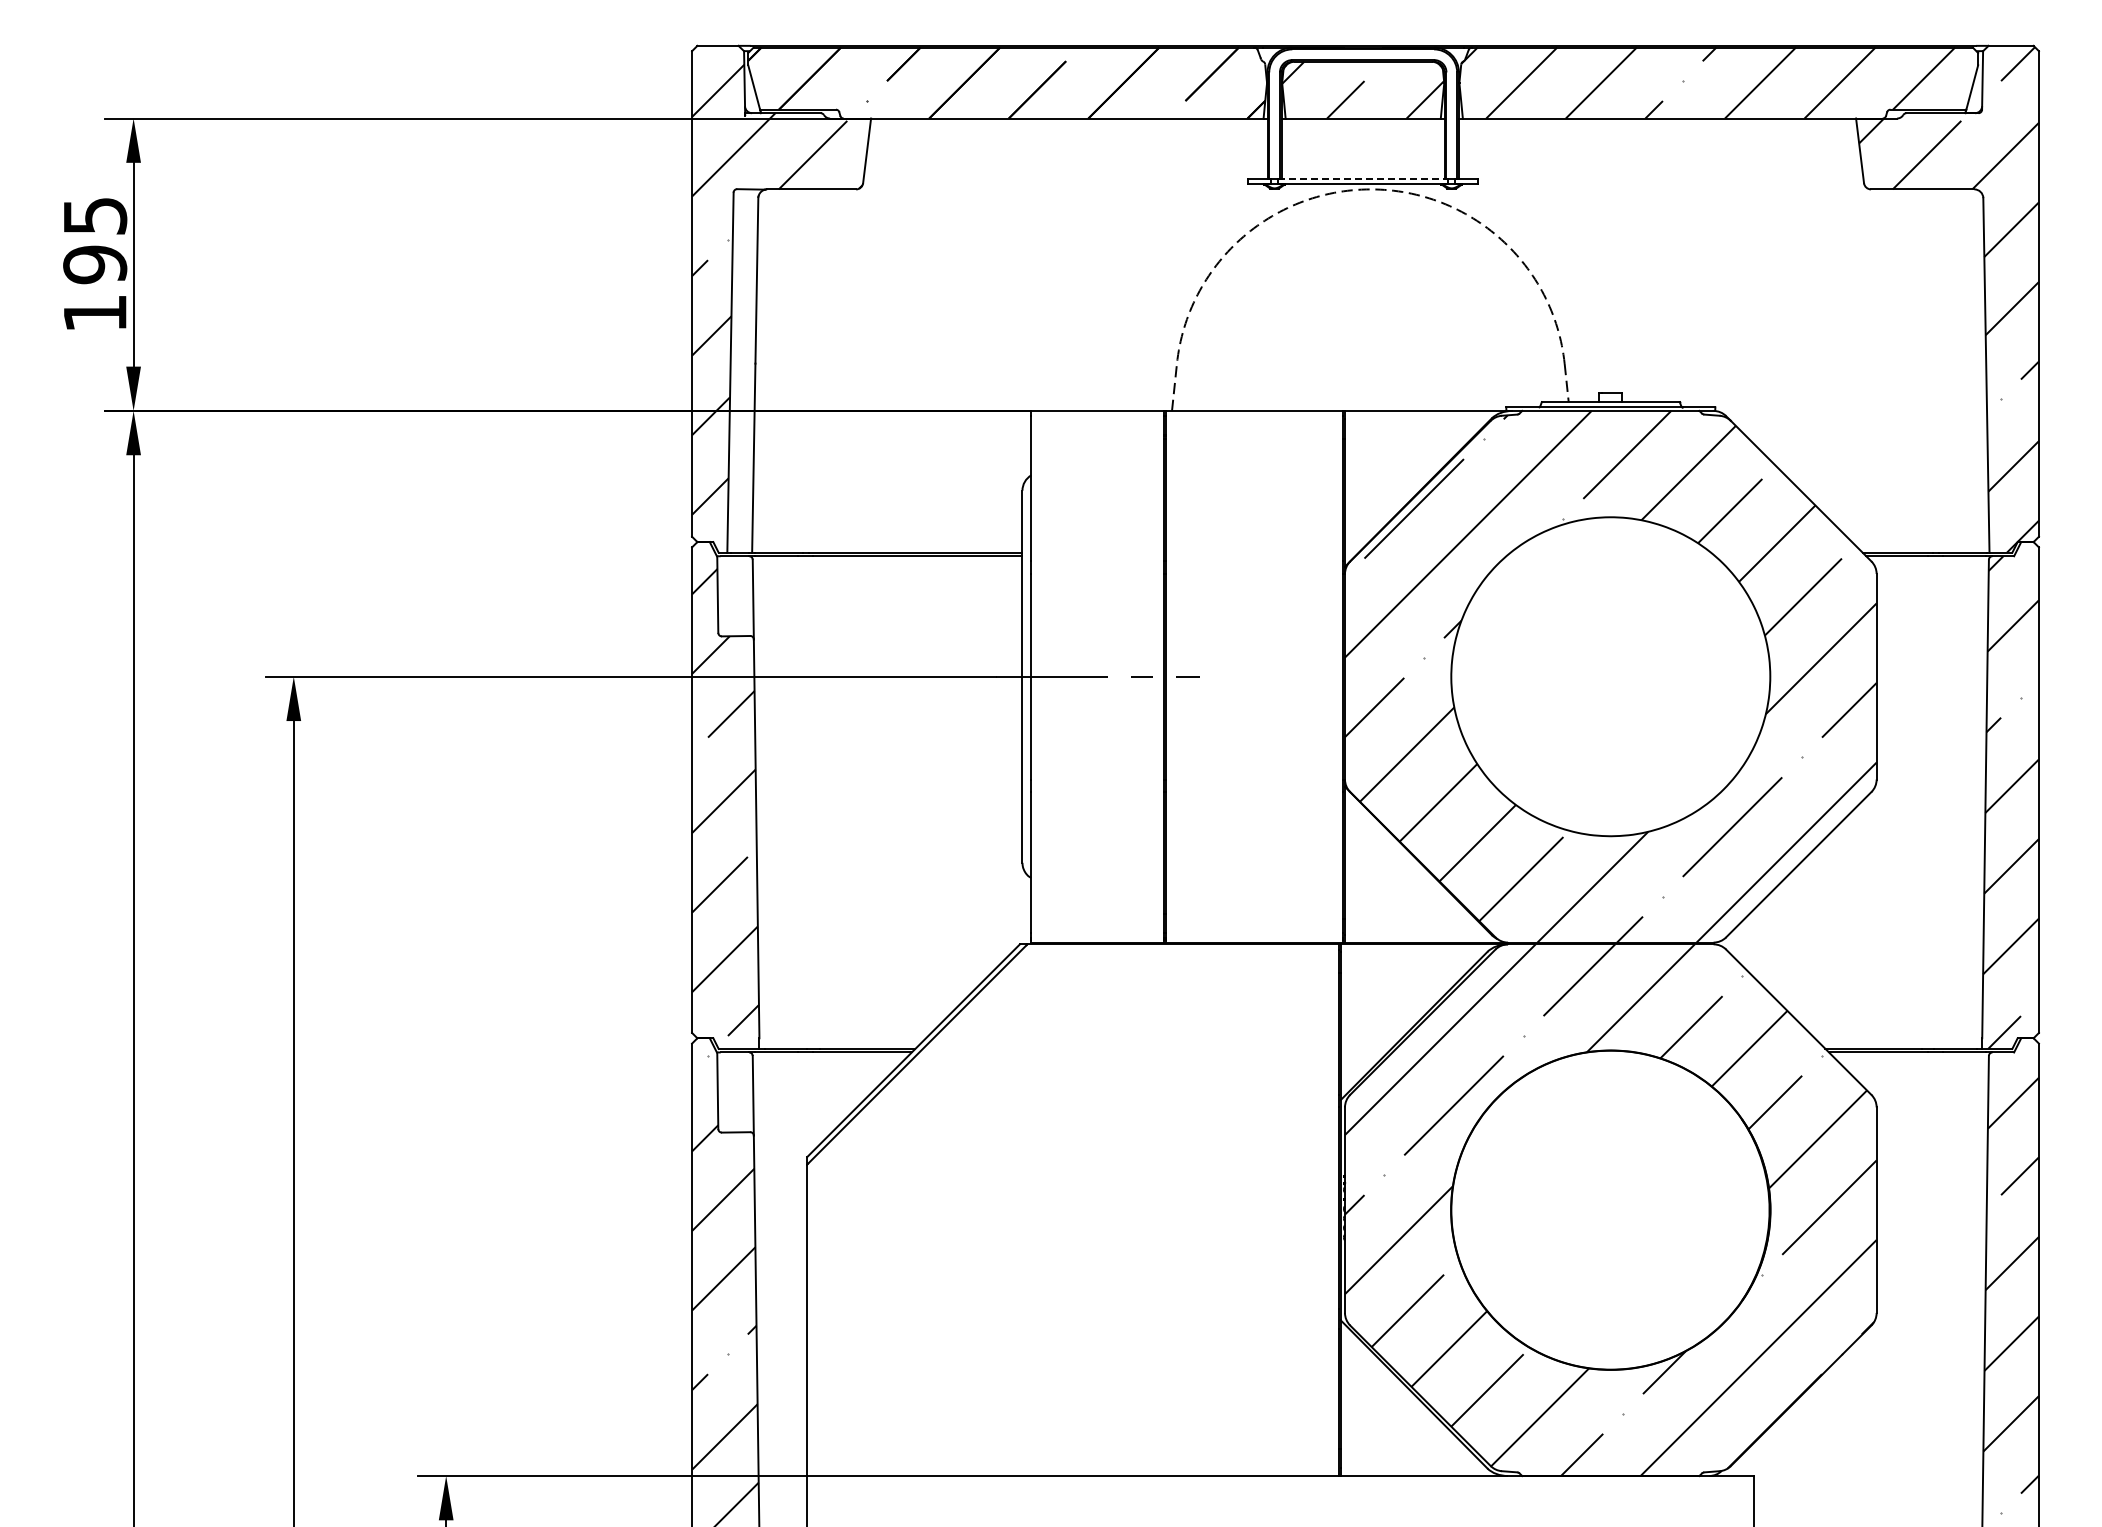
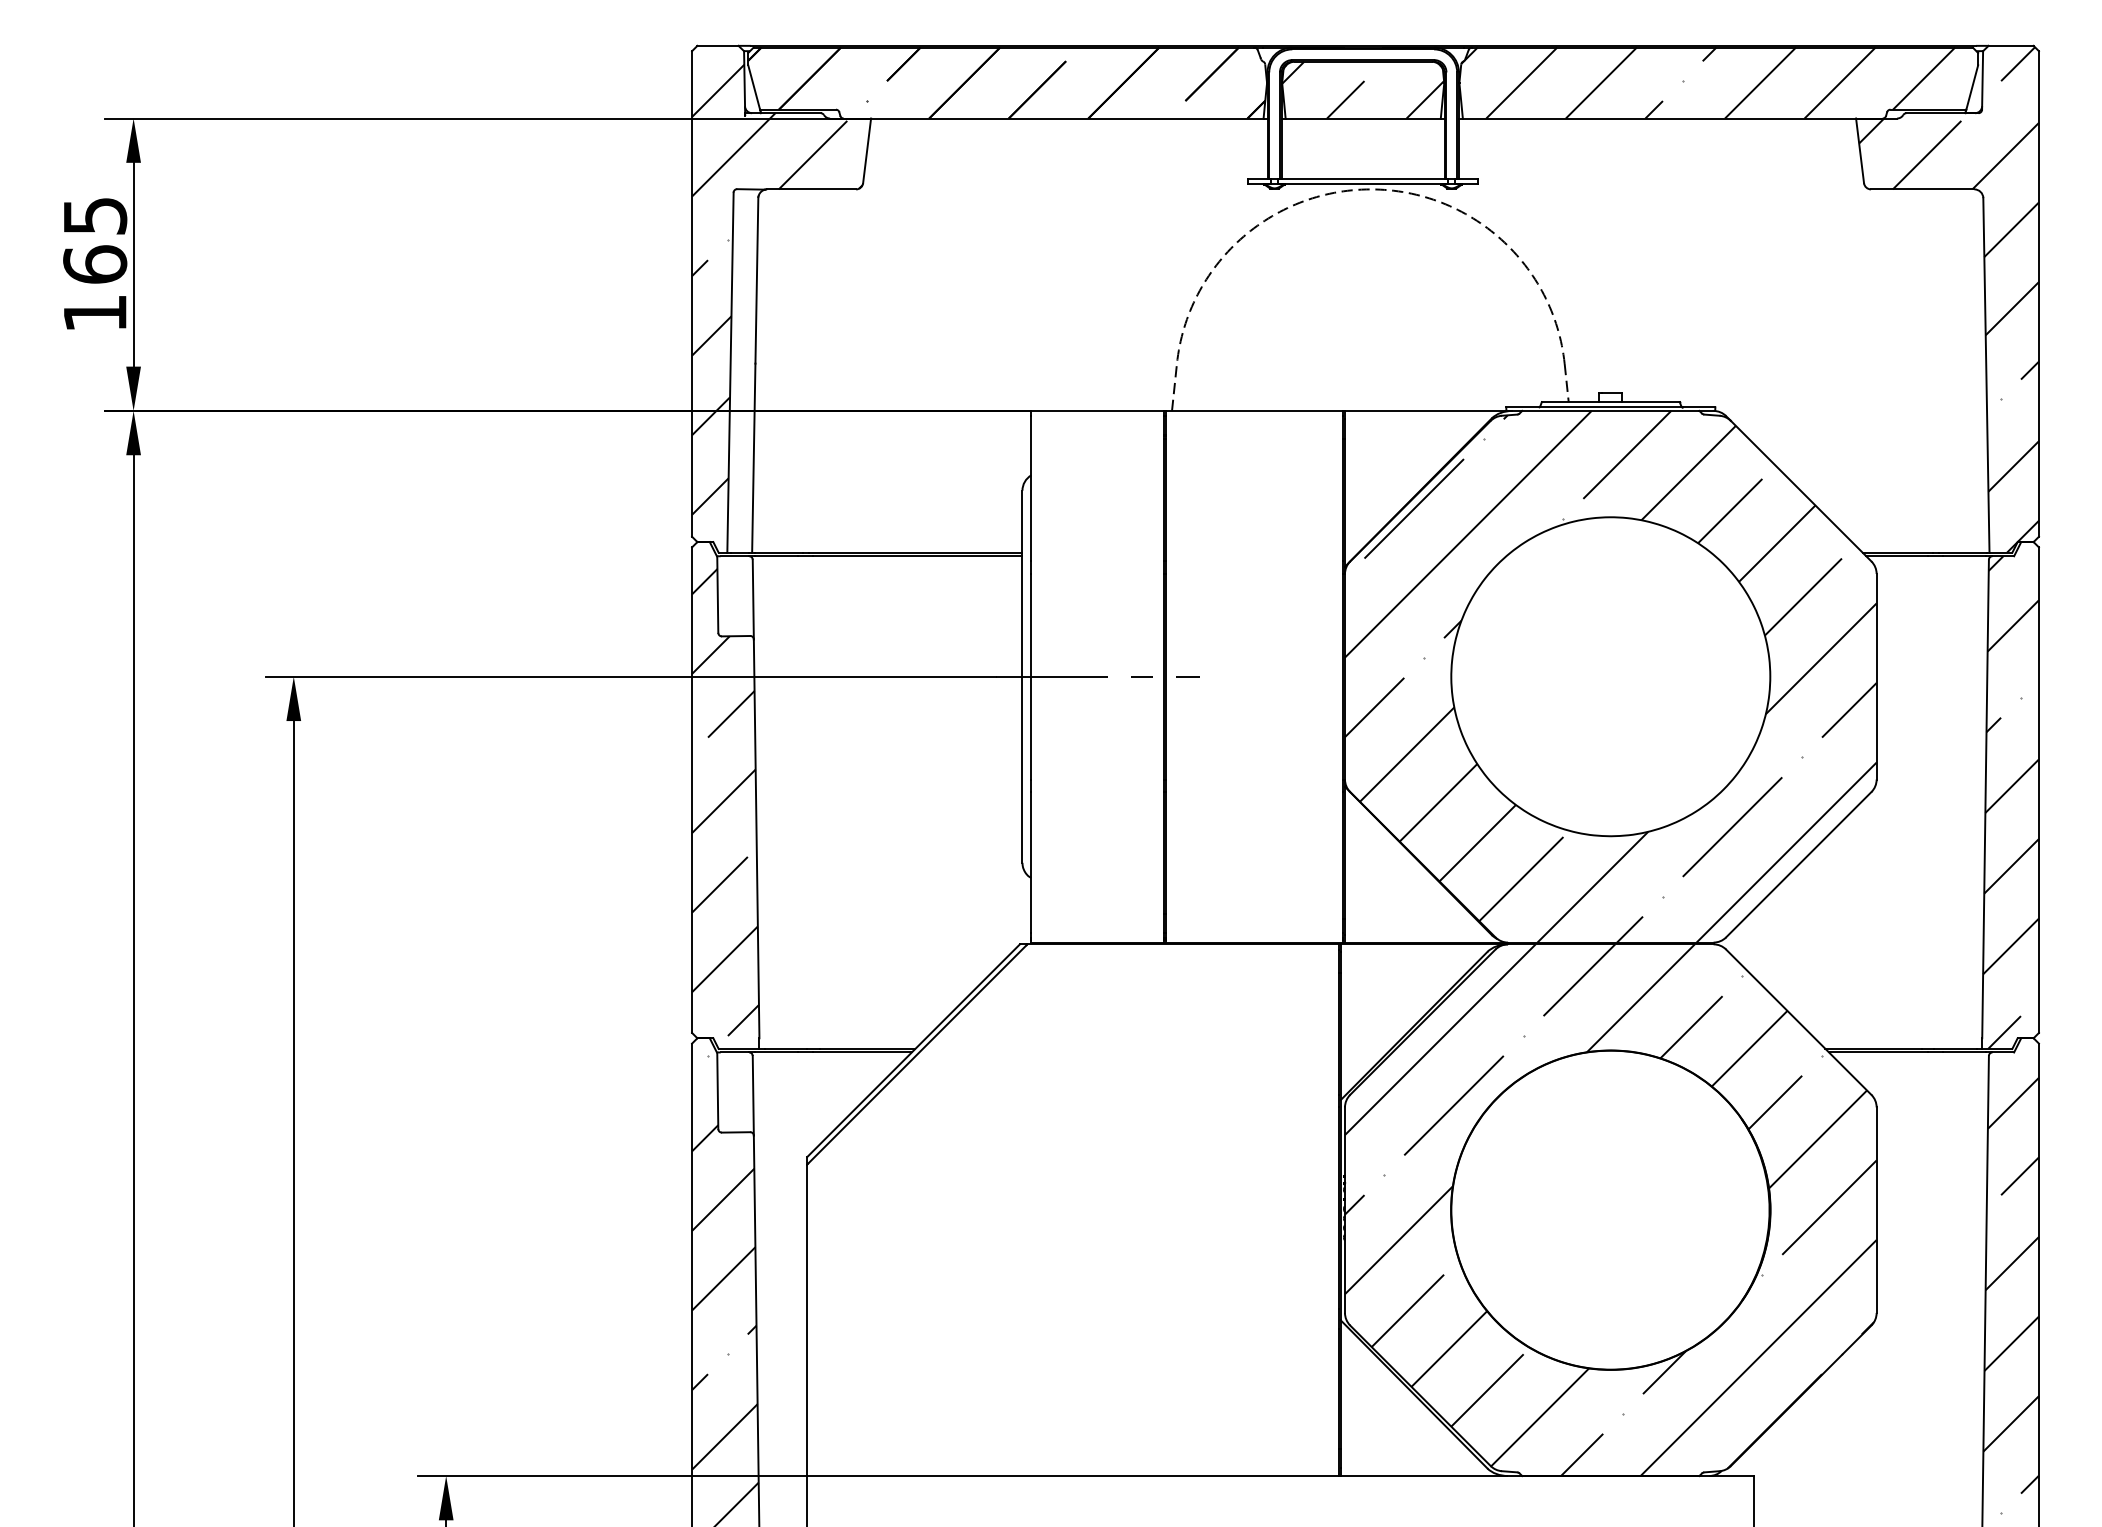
line at (1363, 178): dashed -> solid
text at (95, 264): 195 -> 165
